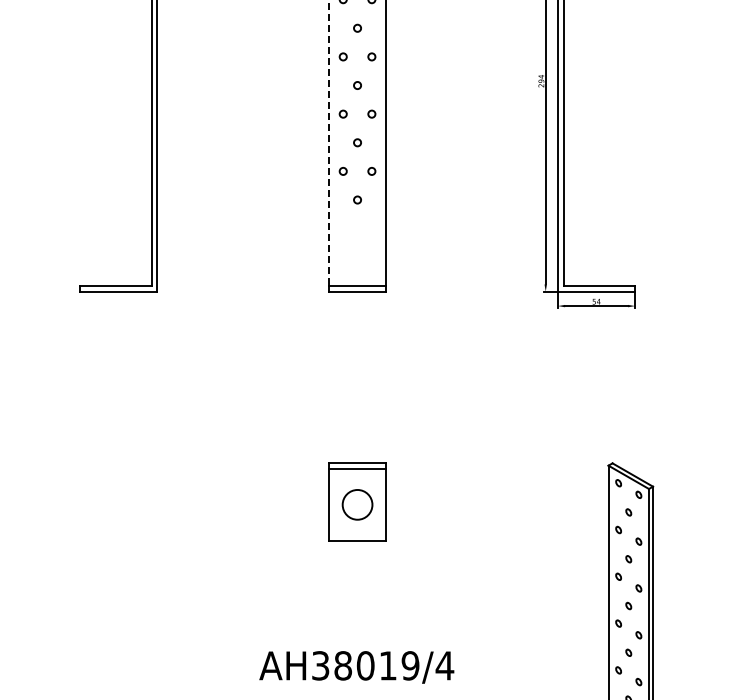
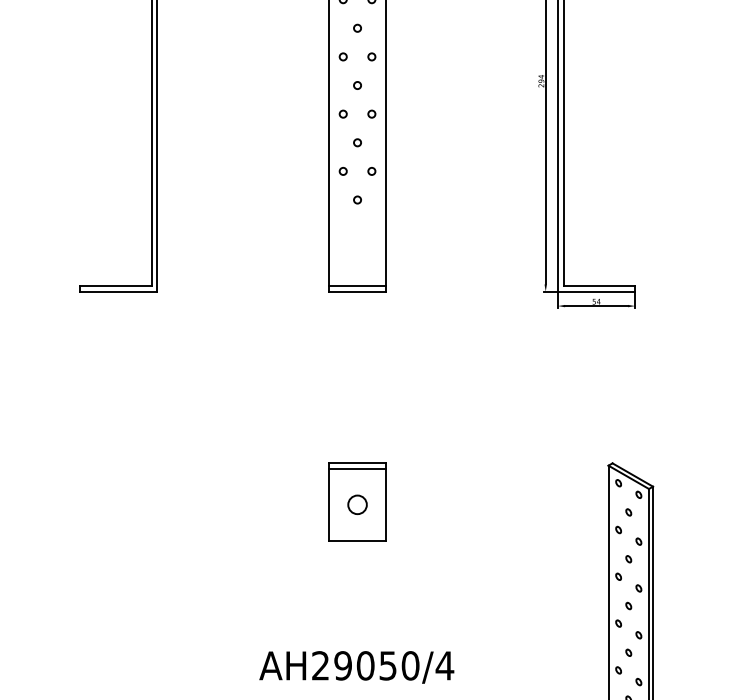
line at (328, 143): dashed -> solid
circle at (357, 504) diameter: 30 px -> 19 px
text at (365, 665): AH38019/4 -> AH29050/4
